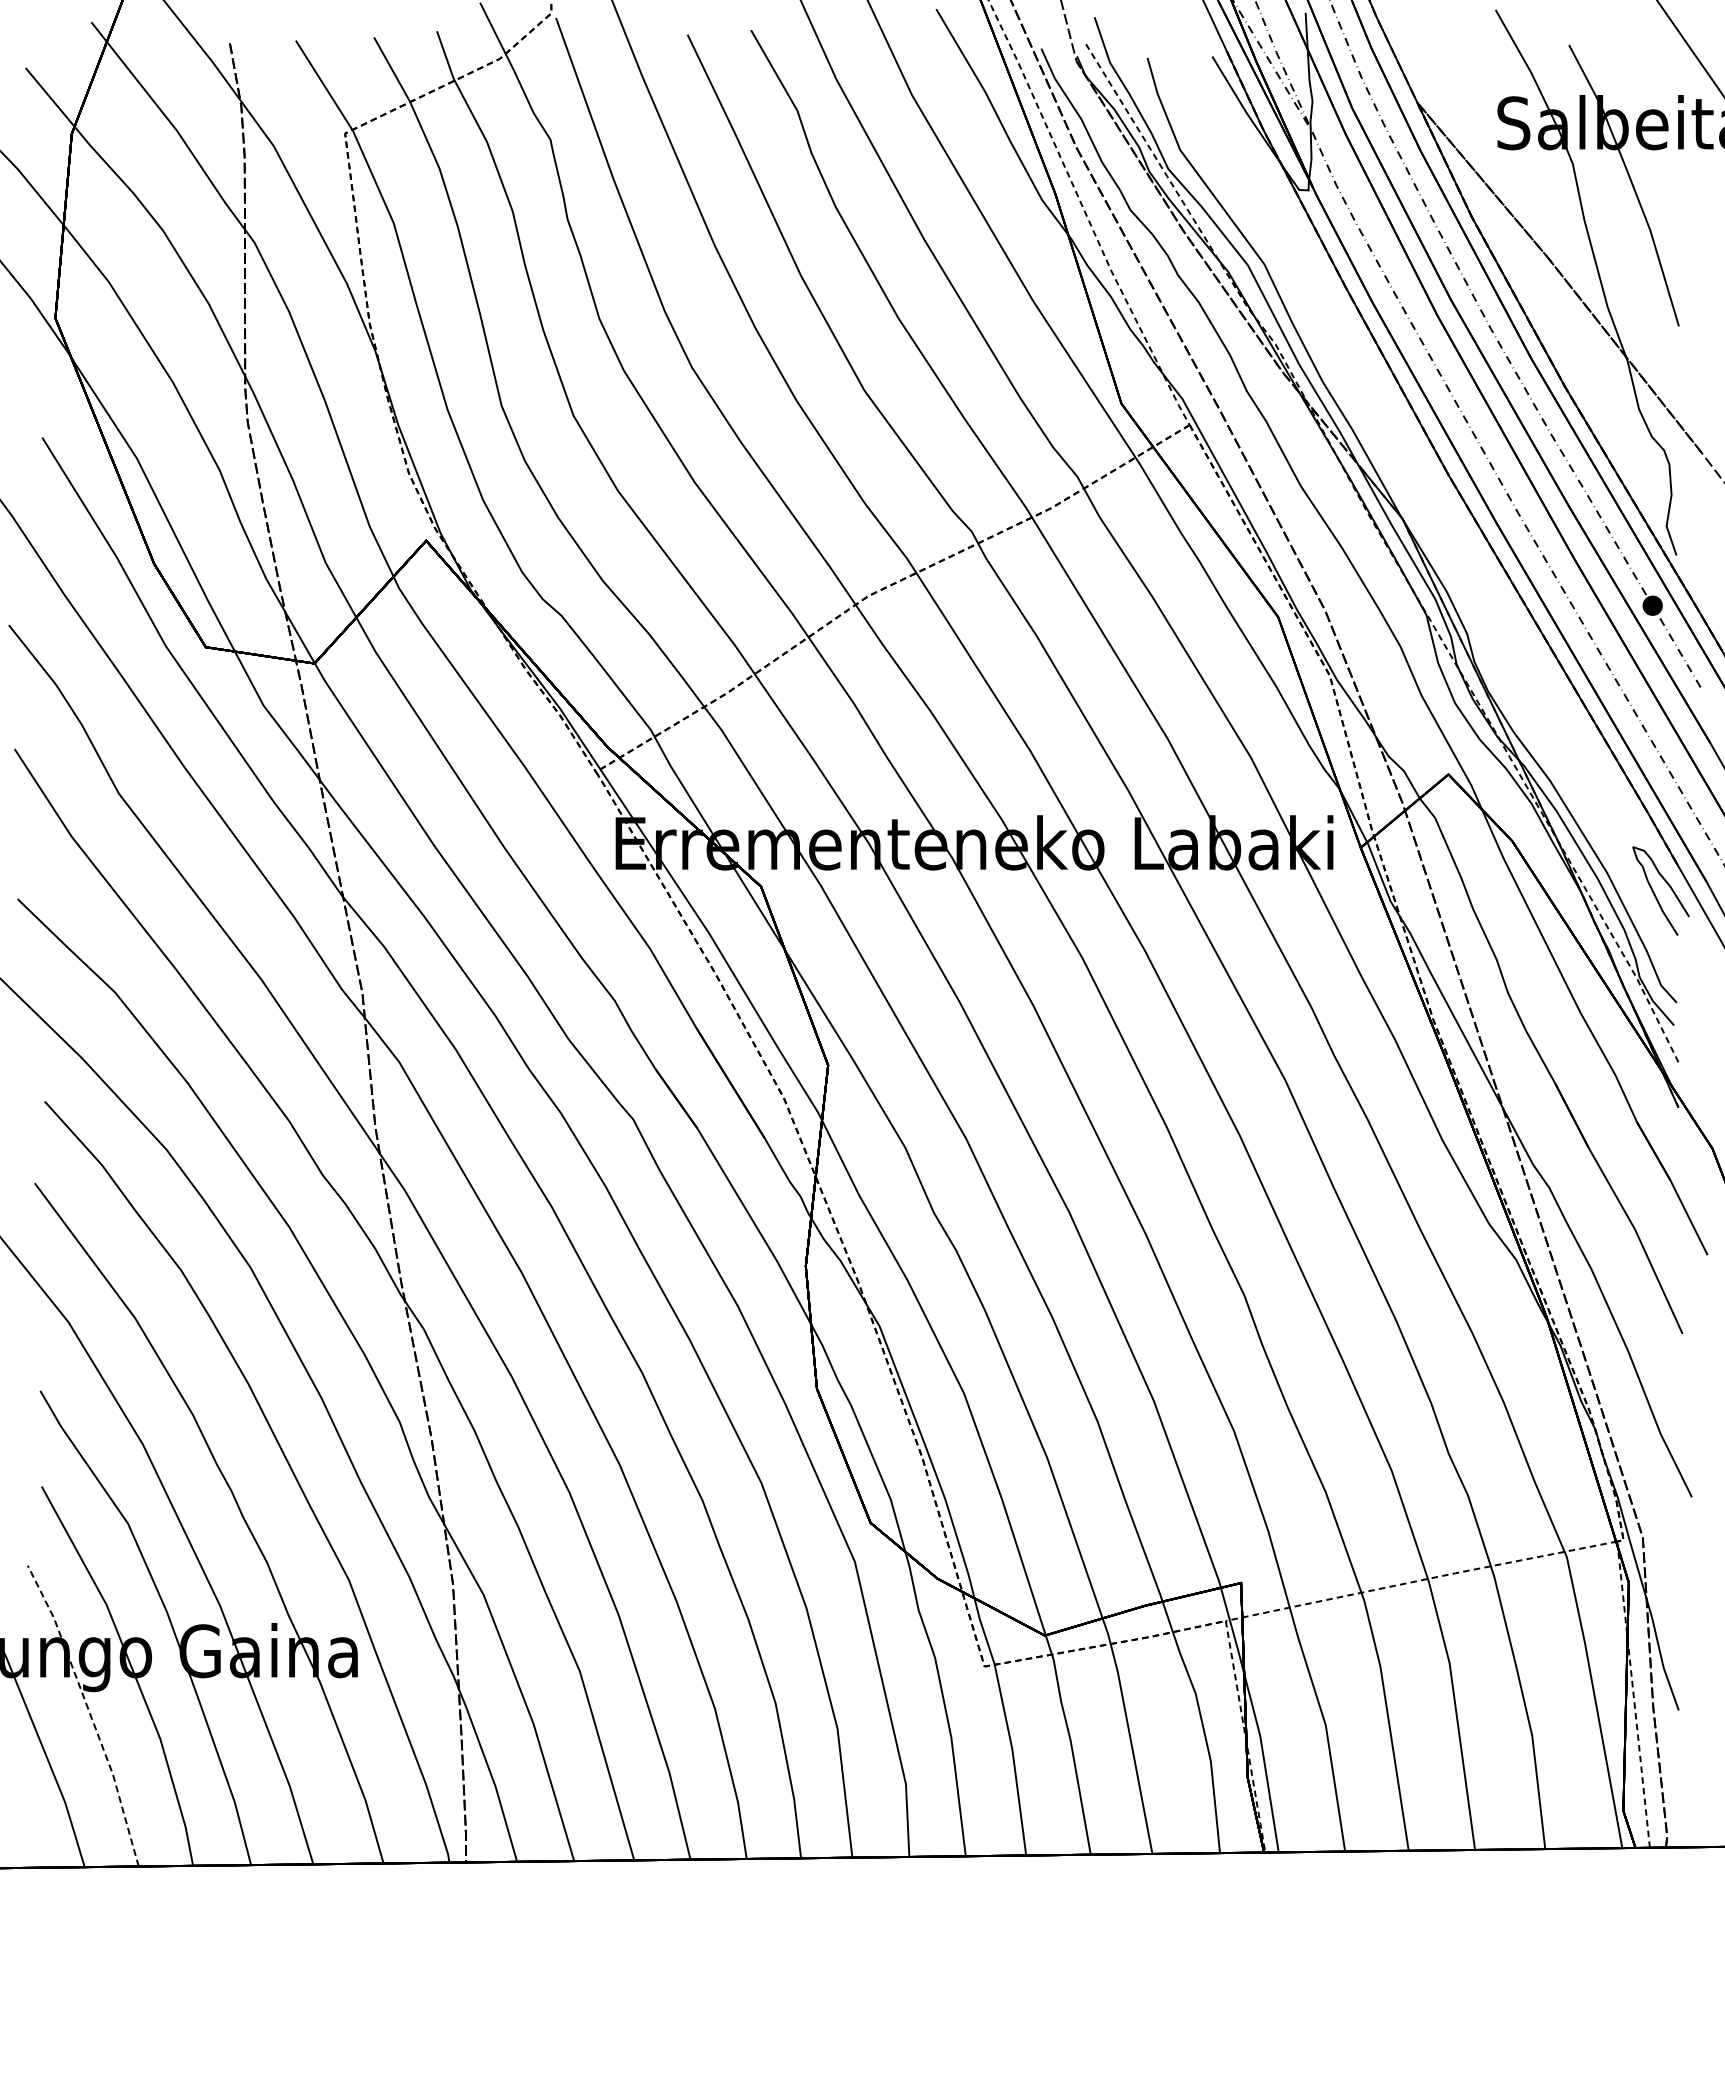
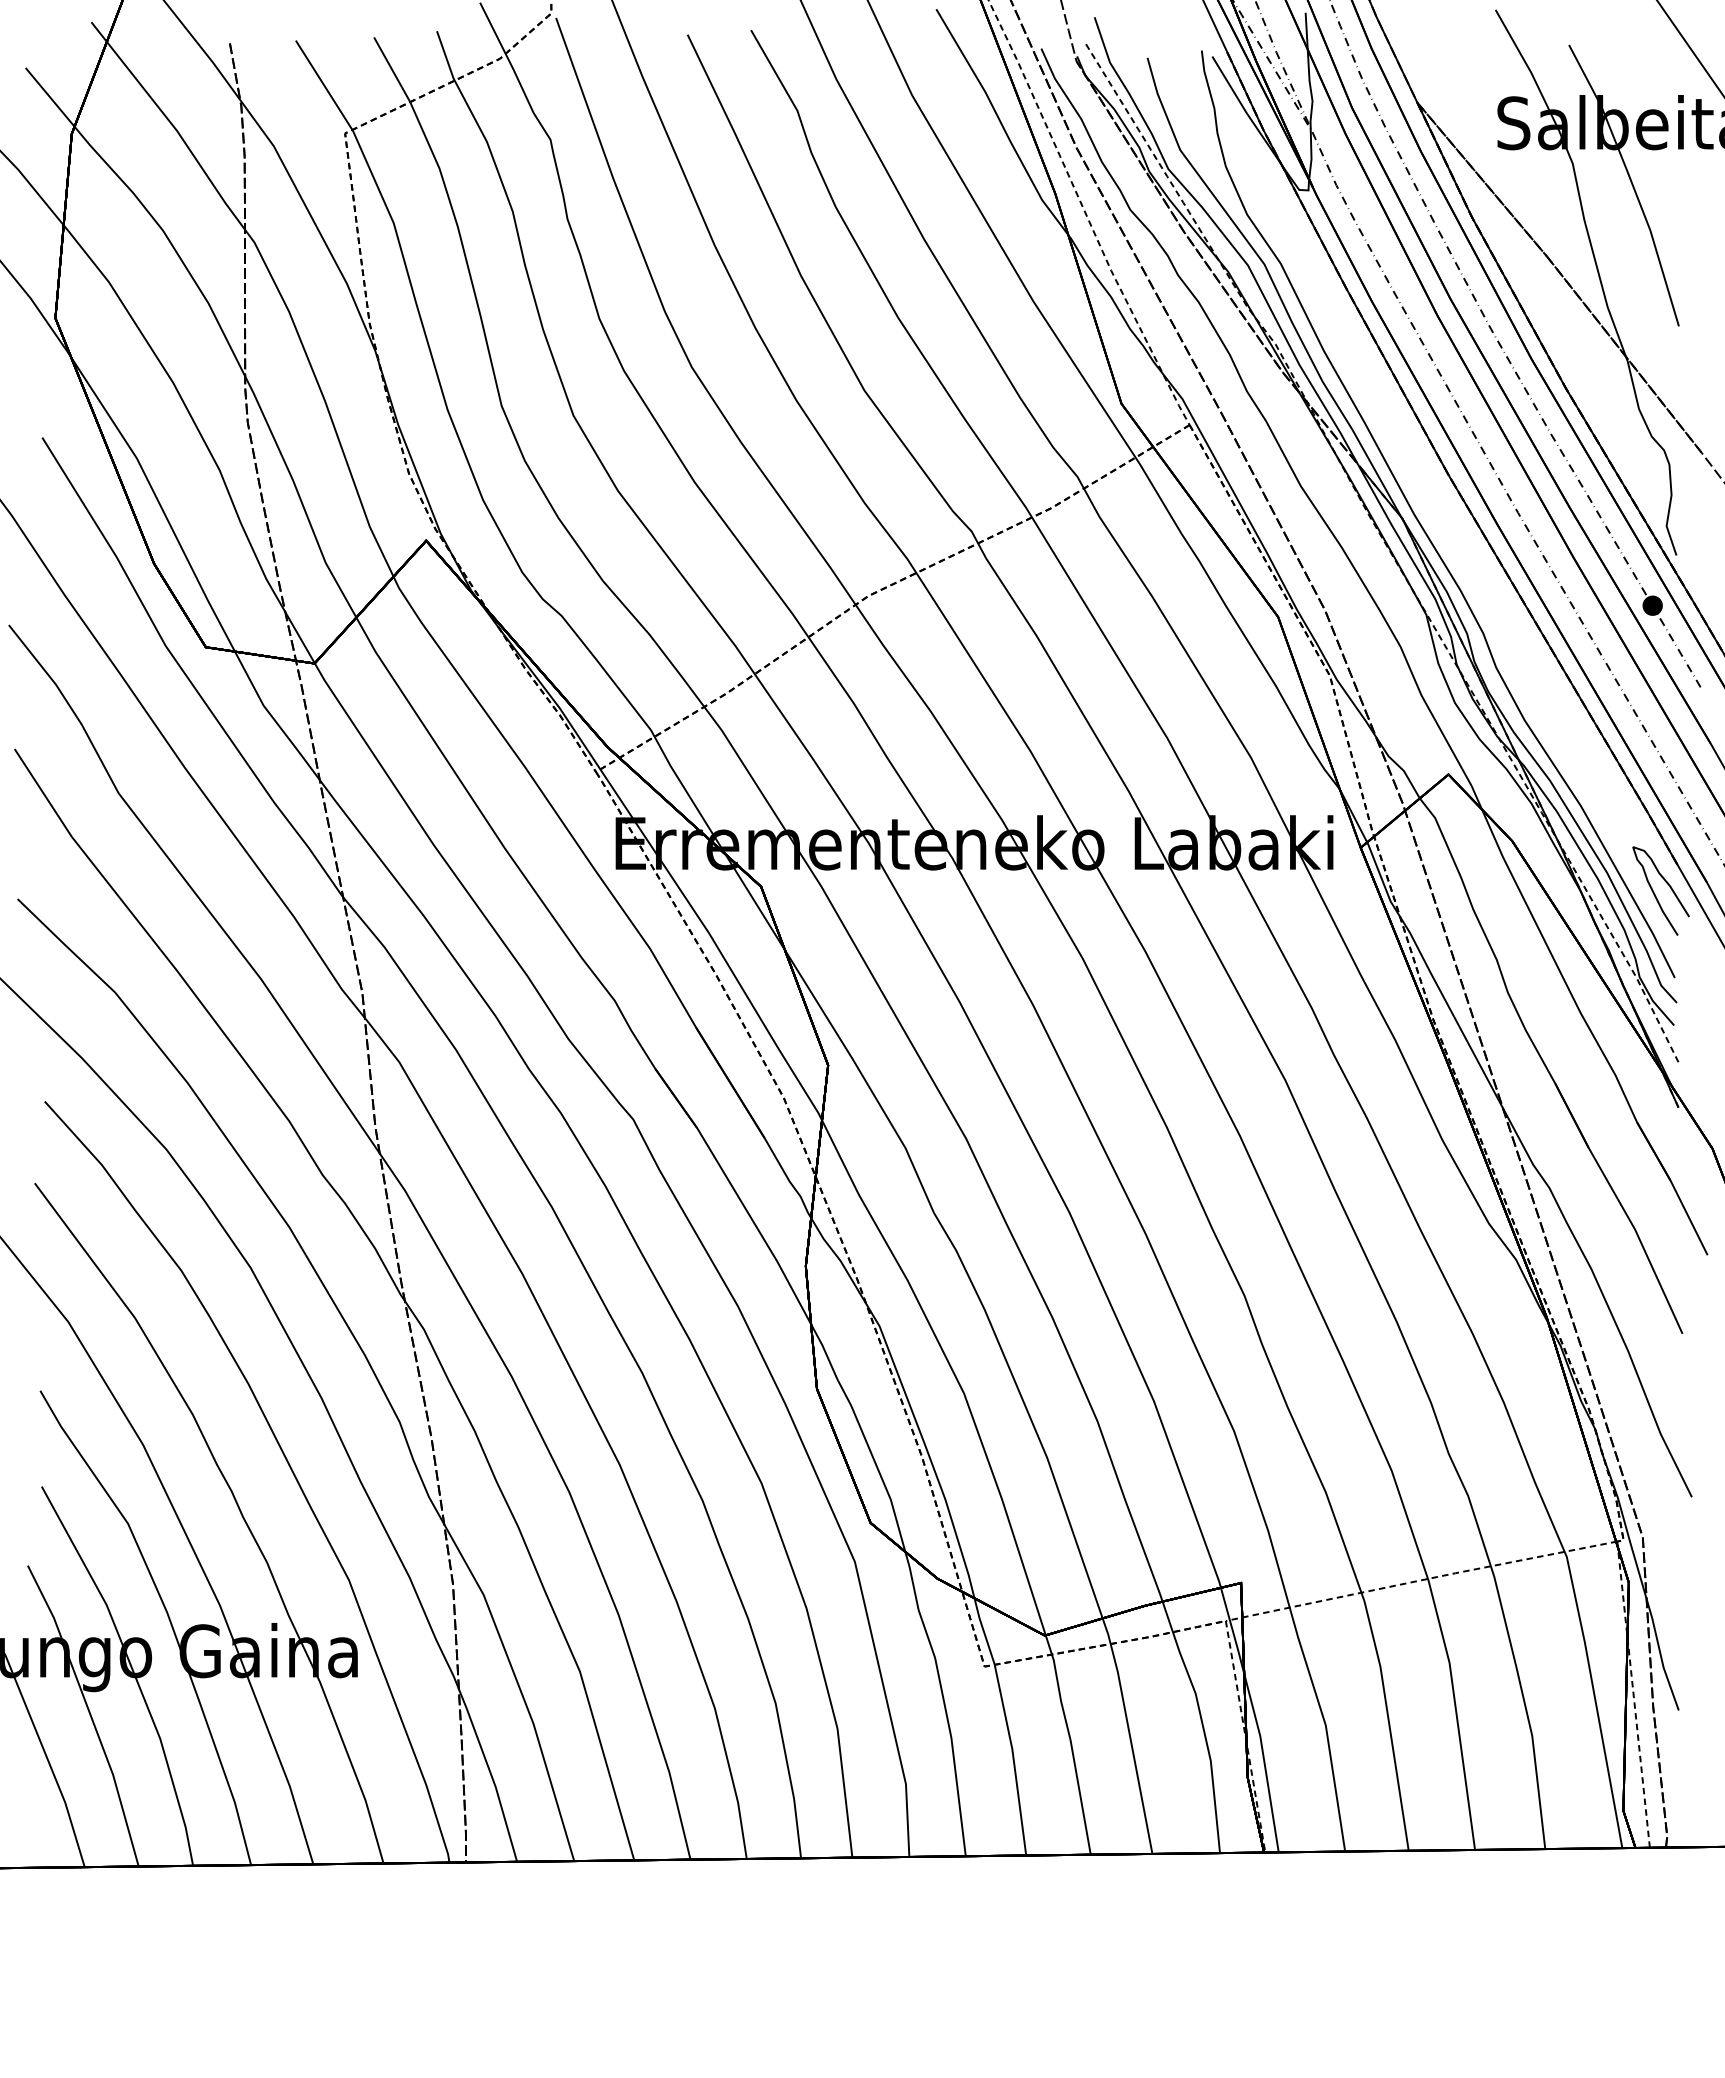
curve at (1420, 522): none -> present
line at (89, 1713): dashed -> solid
